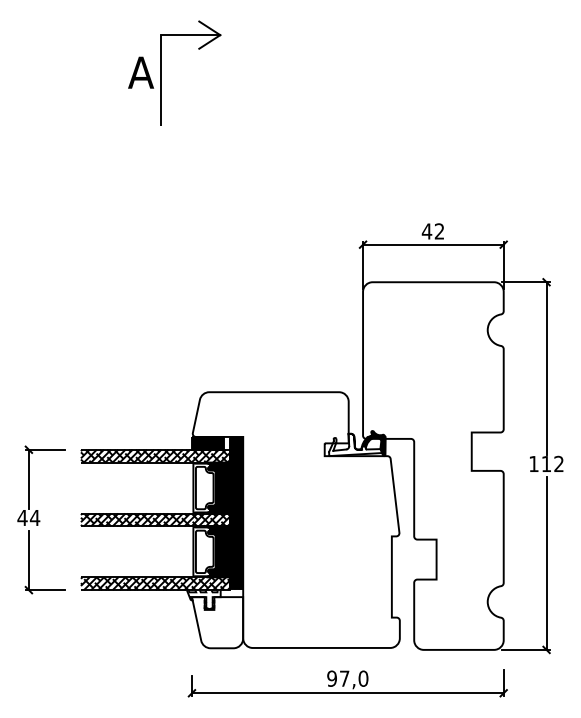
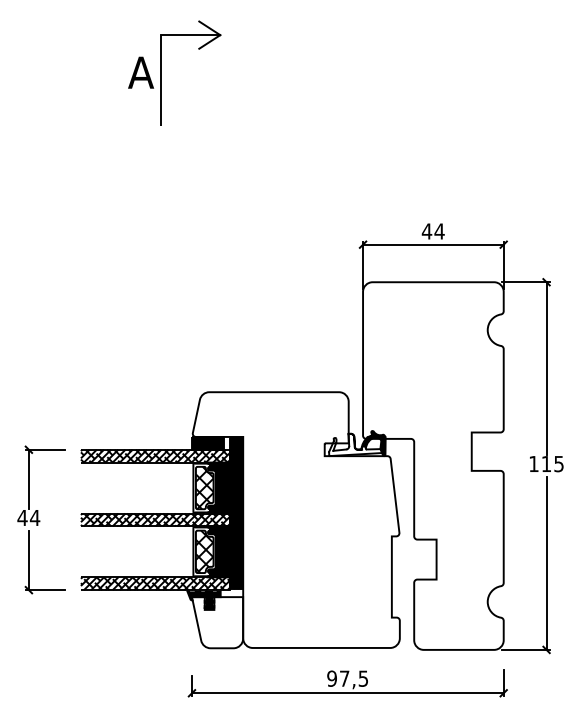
text at (439, 231): 42 -> 44
text at (558, 463): 112 -> 115
hatch at (204, 487): none -> present
hatch at (204, 551): none -> present
fill at (203, 599): none -> present
text at (363, 678): 97,0 -> 97,5
